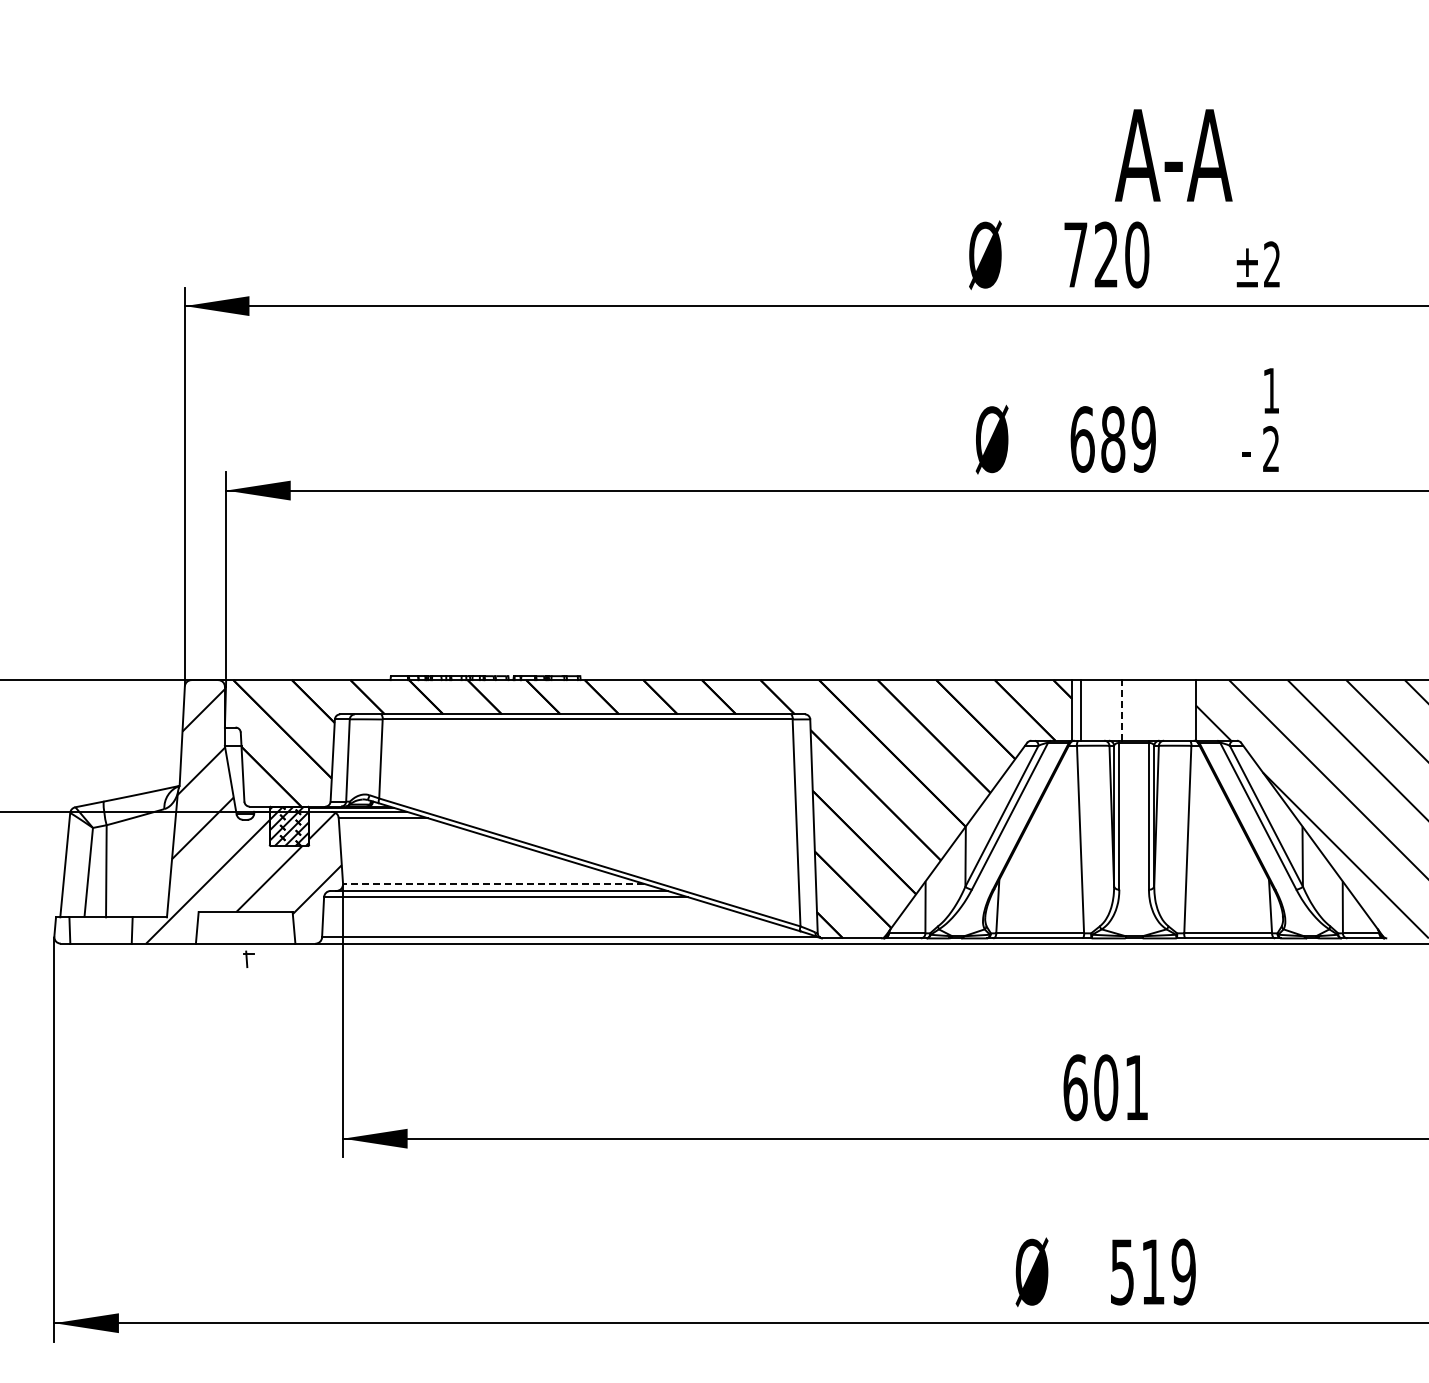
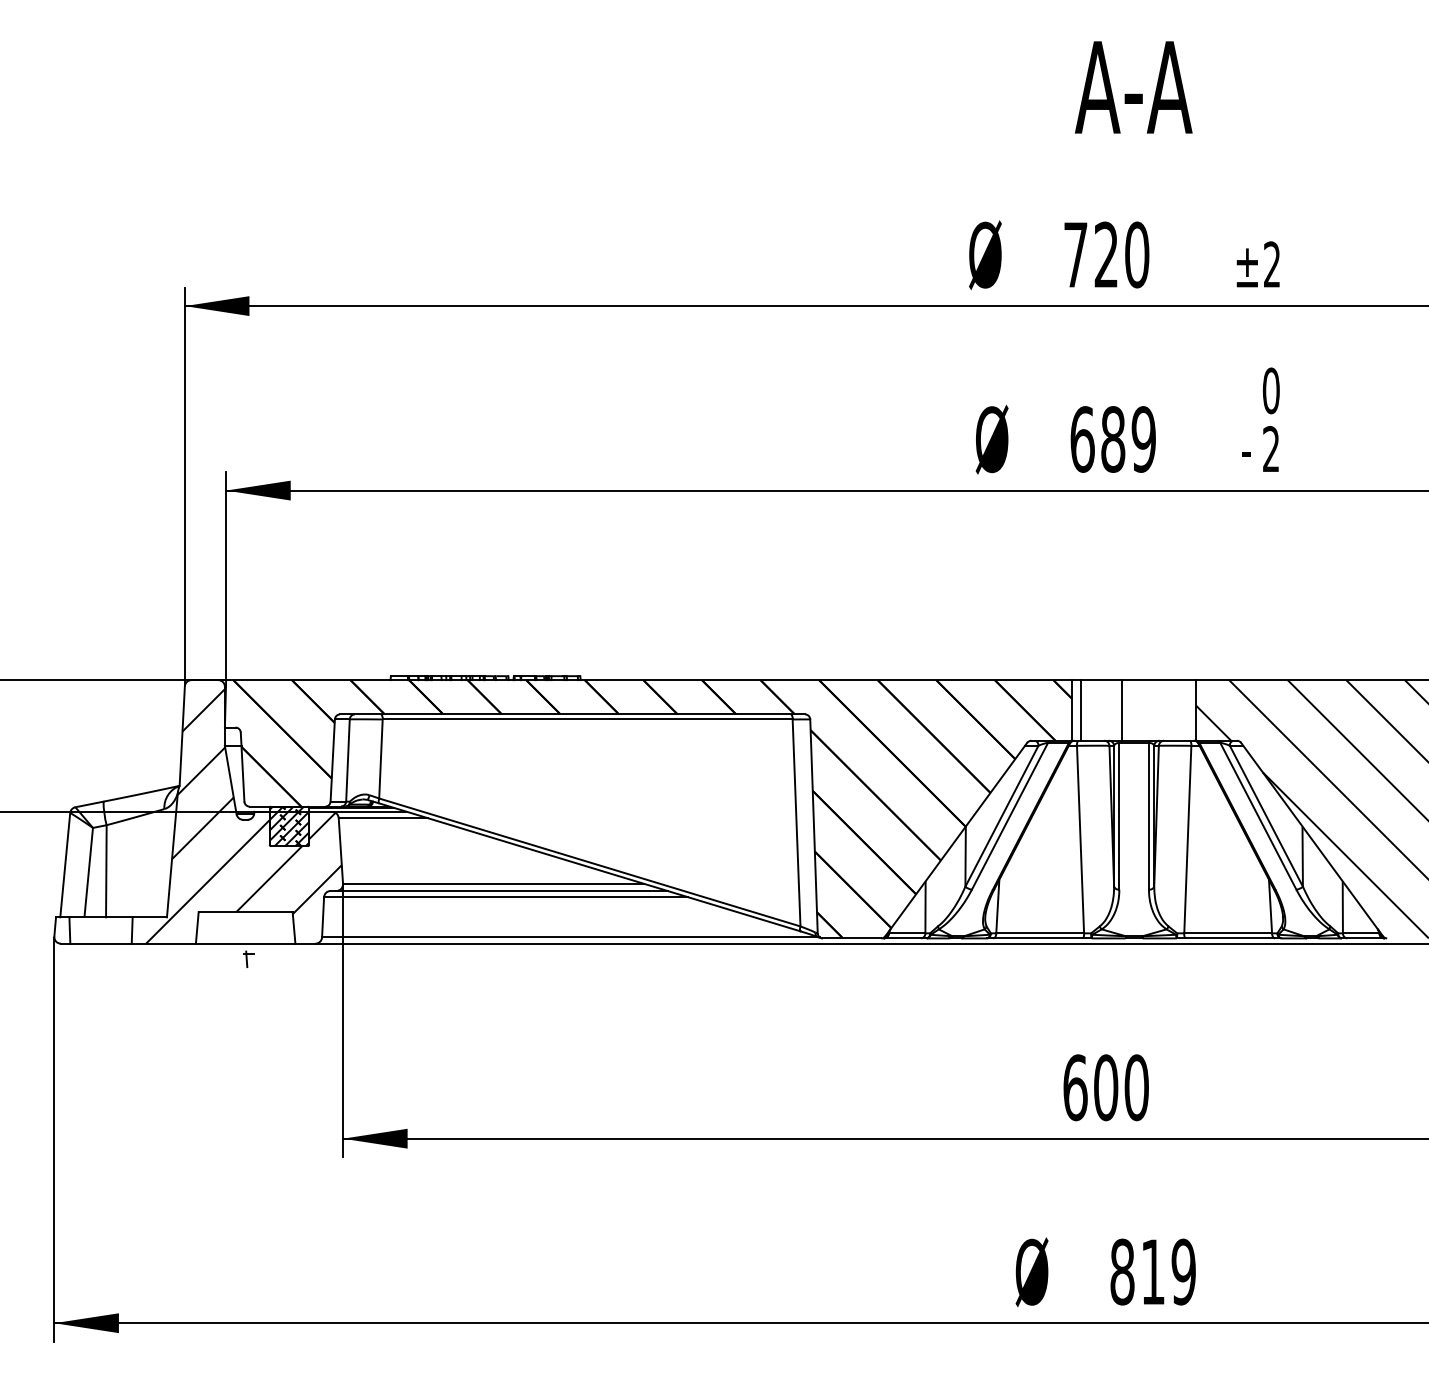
text at (1173, 155) position: (1173, 155) -> (1133, 87)
text at (1270, 390): 1 -> 0
line at (1122, 709): dashed -> solid
line at (493, 883): dashed -> solid
text at (1136, 1087): 601 -> 600
text at (1122, 1271): 519 -> 819
